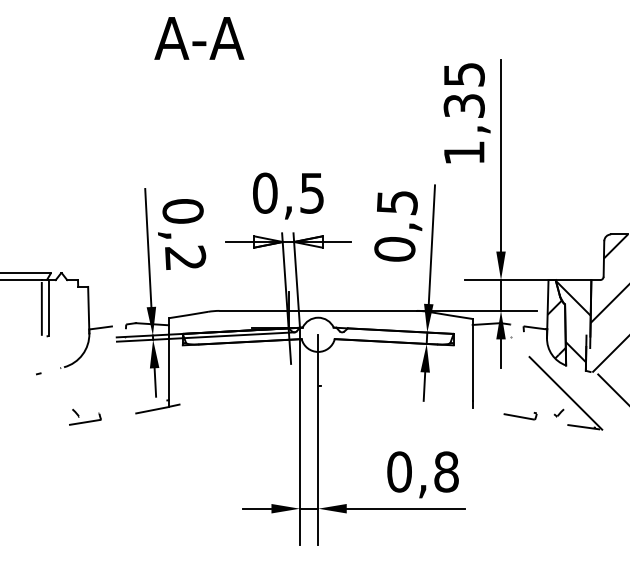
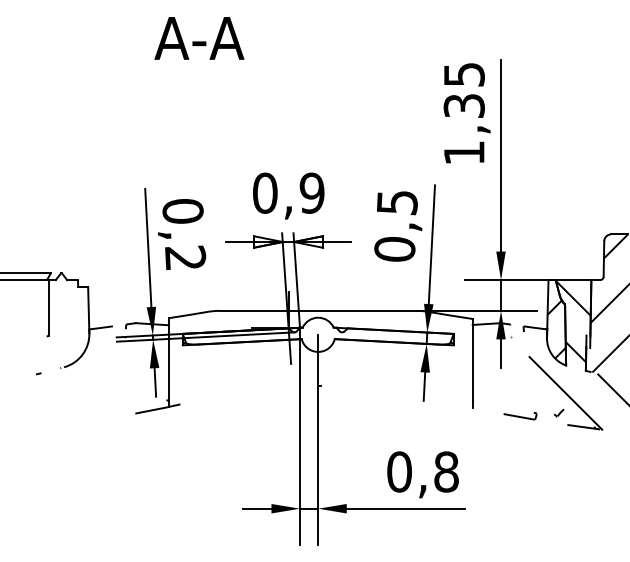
text at (311, 192): 0,5 -> 0,9
line at (41, 308): present -> none
part at (85, 416): present -> none
